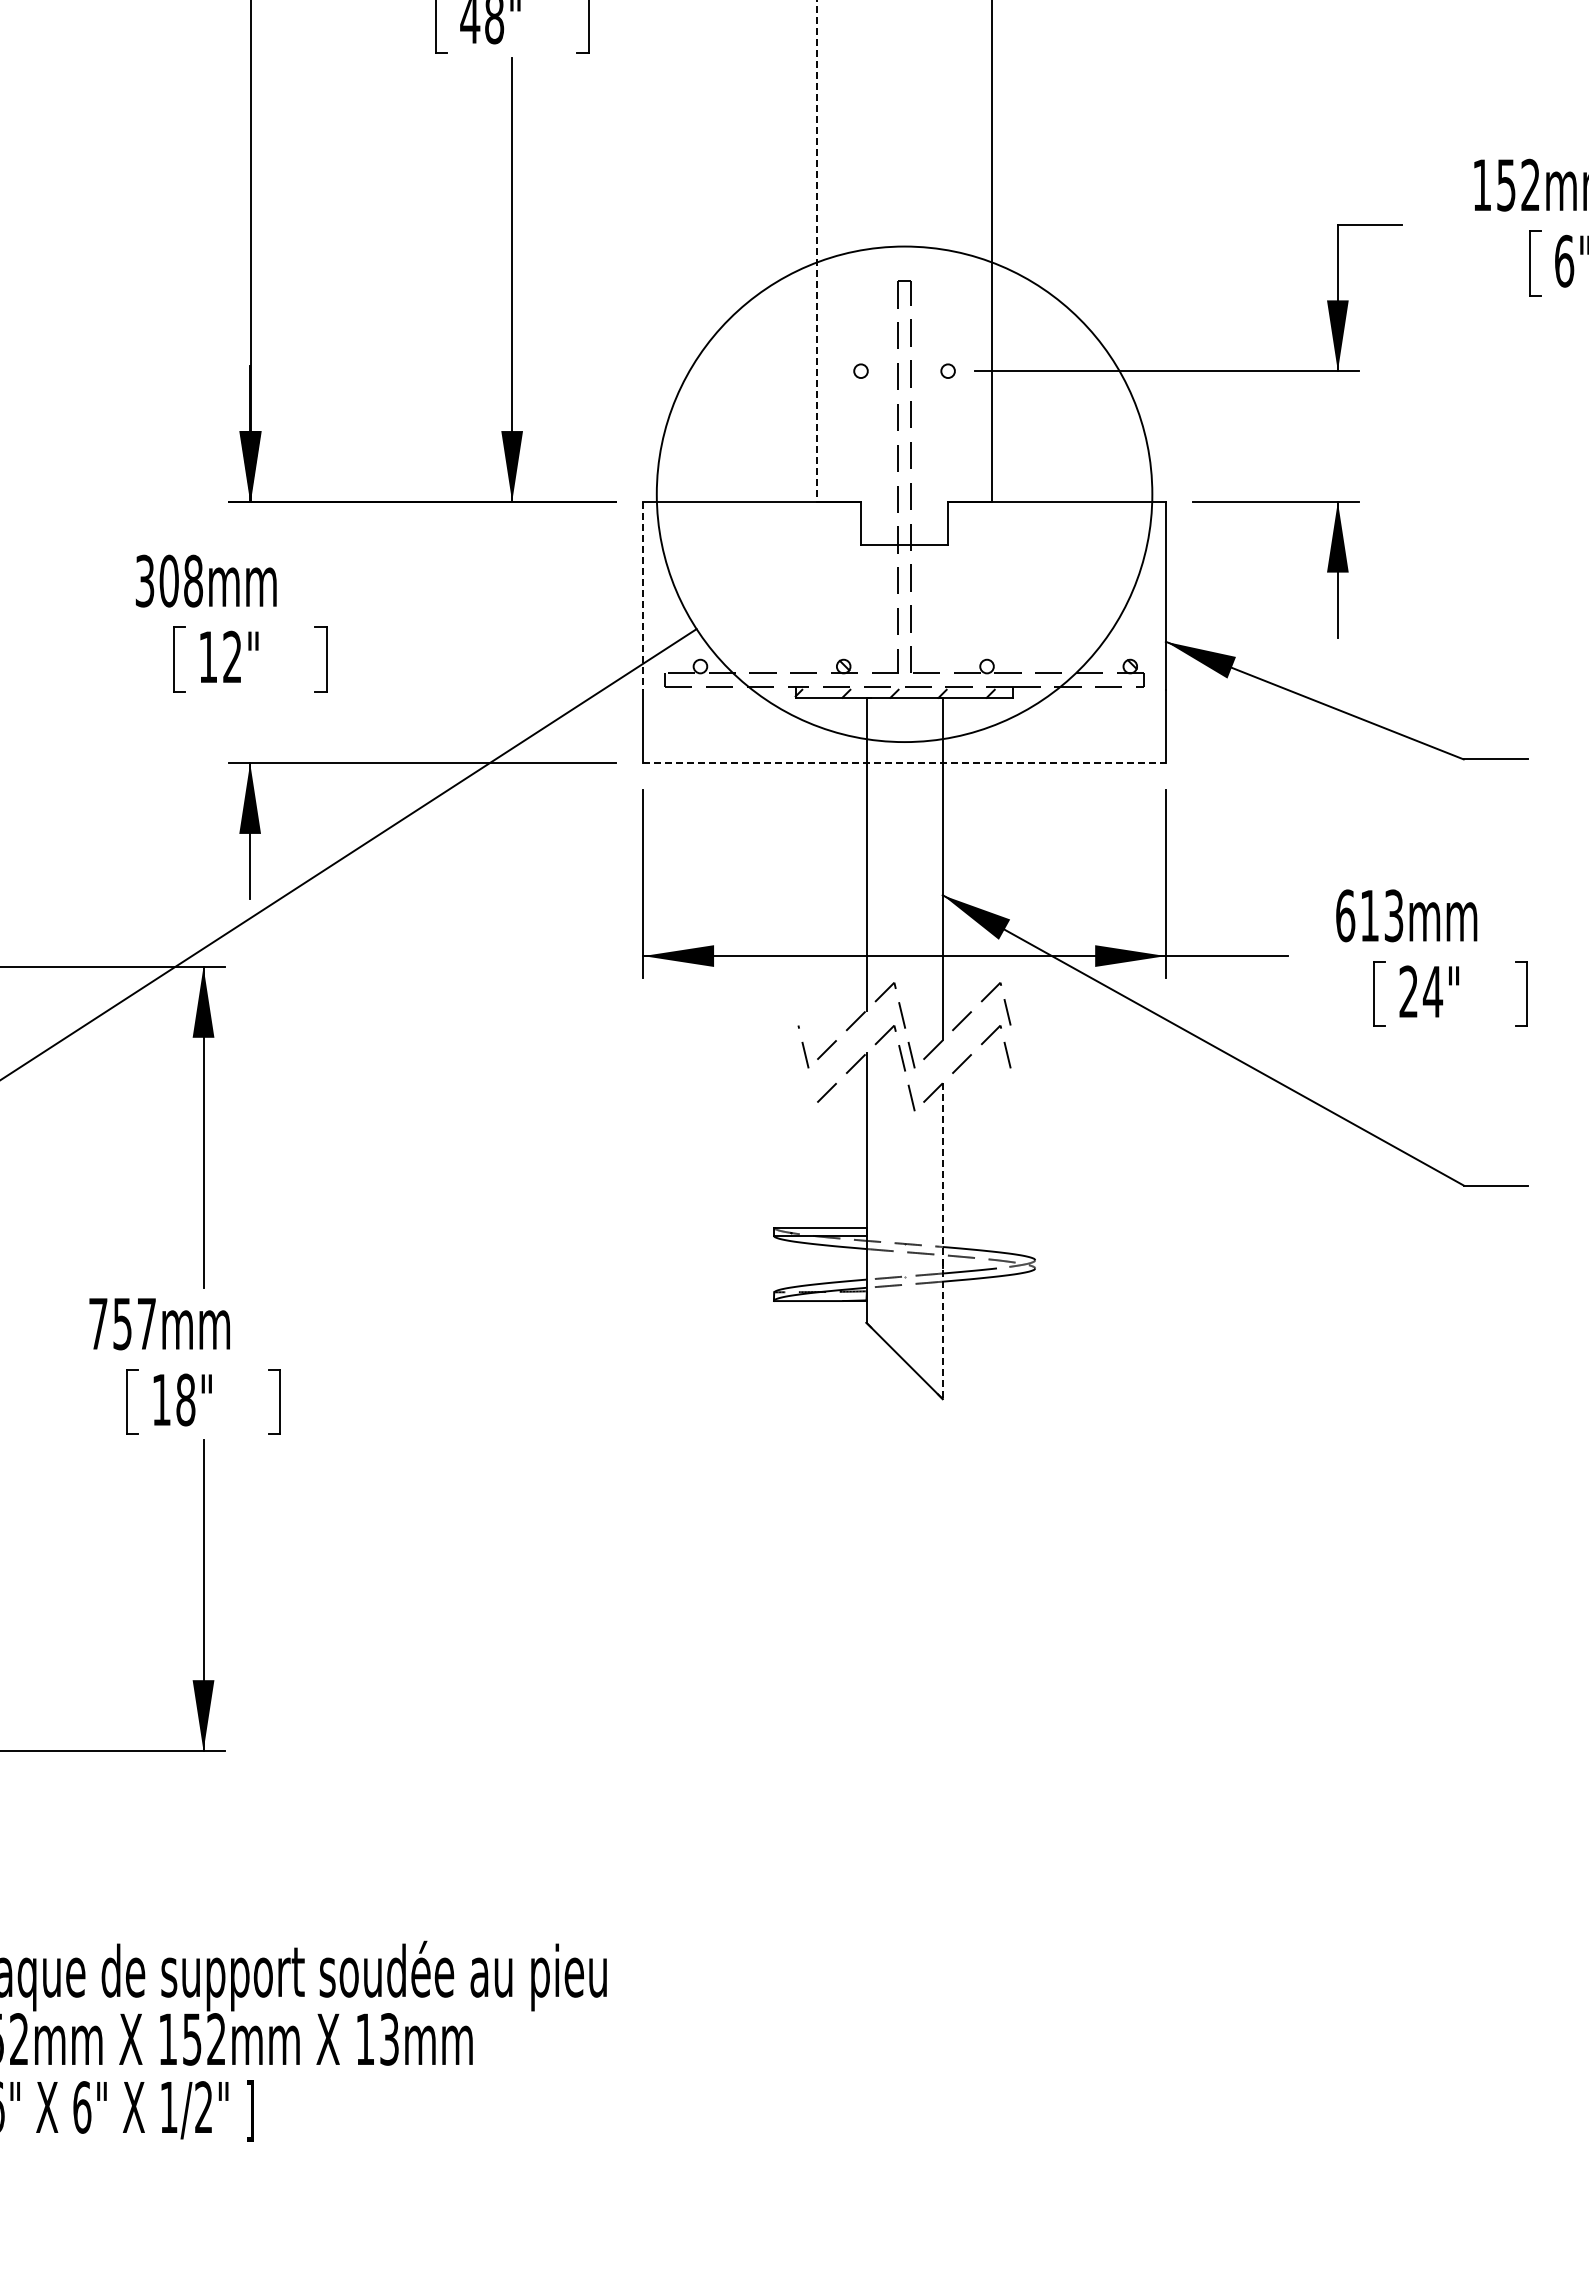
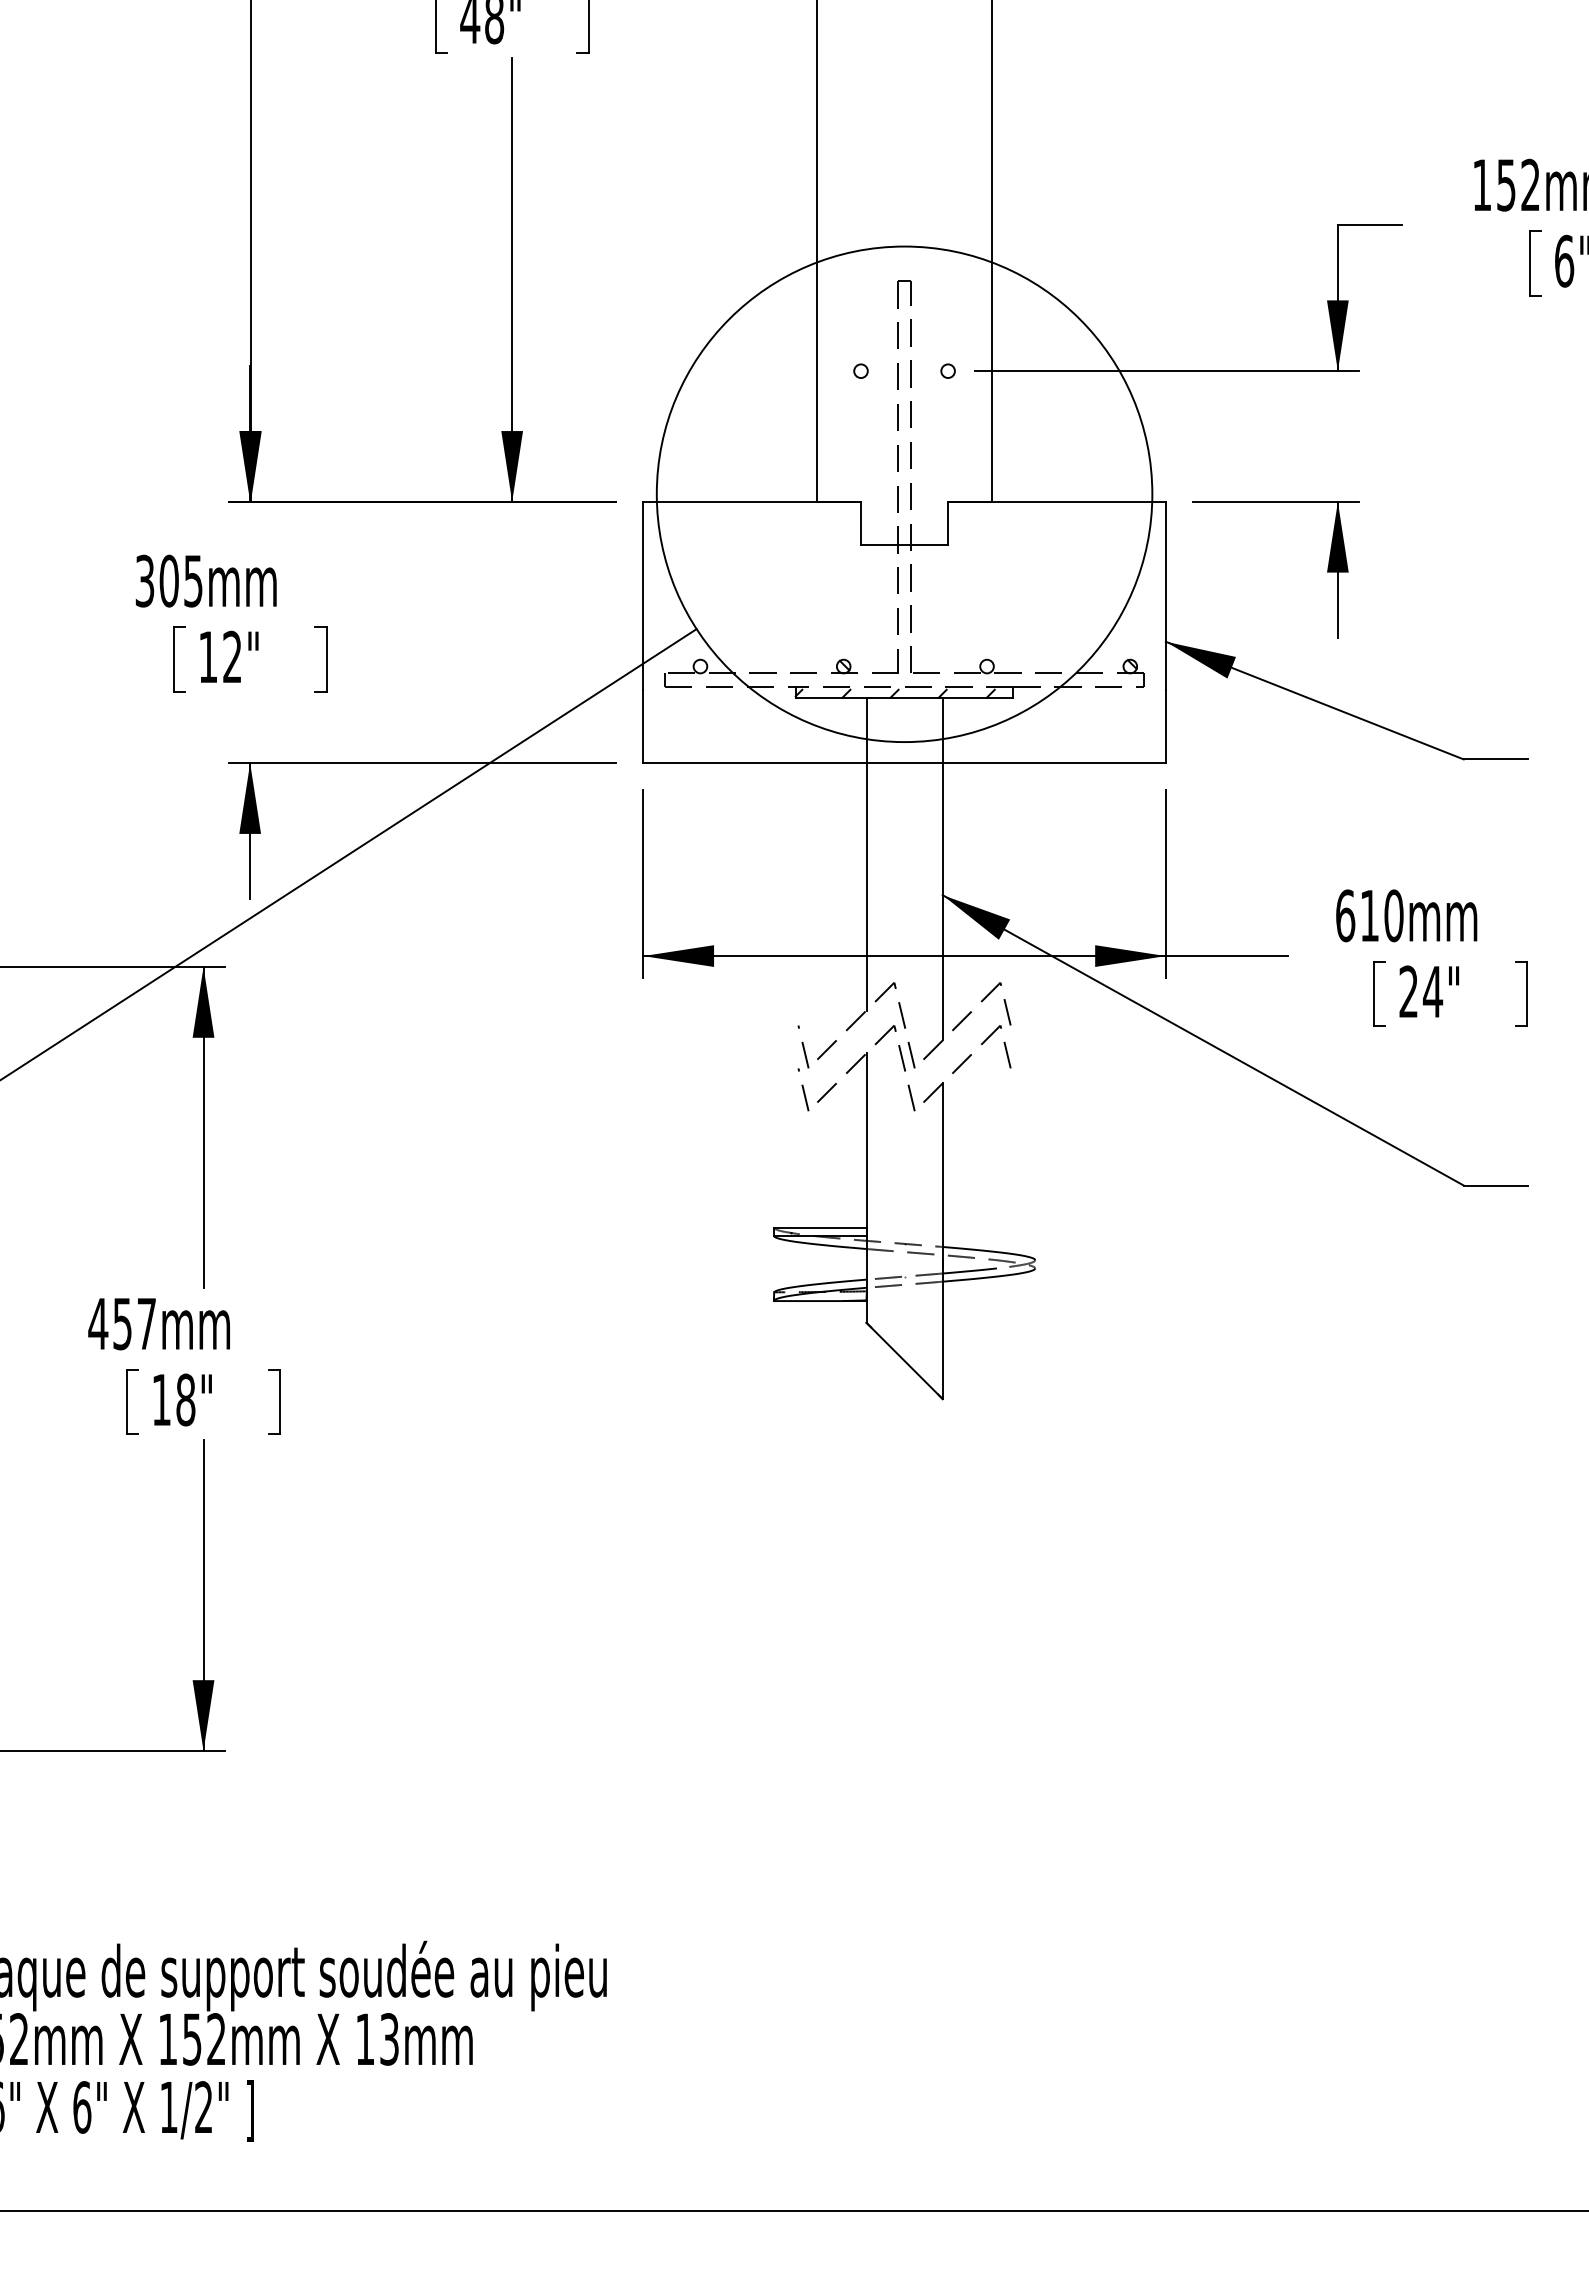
line at (817, 251): dashed -> solid
text at (193, 580): 308mm -> 305mm
line at (643, 595): dashed -> solid
line at (905, 763): dashed -> solid
text at (1393, 915): 613mm -> 610mm
line at (803, 1089): none -> present
line at (942, 1241): dashed -> solid
text at (98, 1323): 757mm -> 457mm
line at (793, 2210): none -> present
